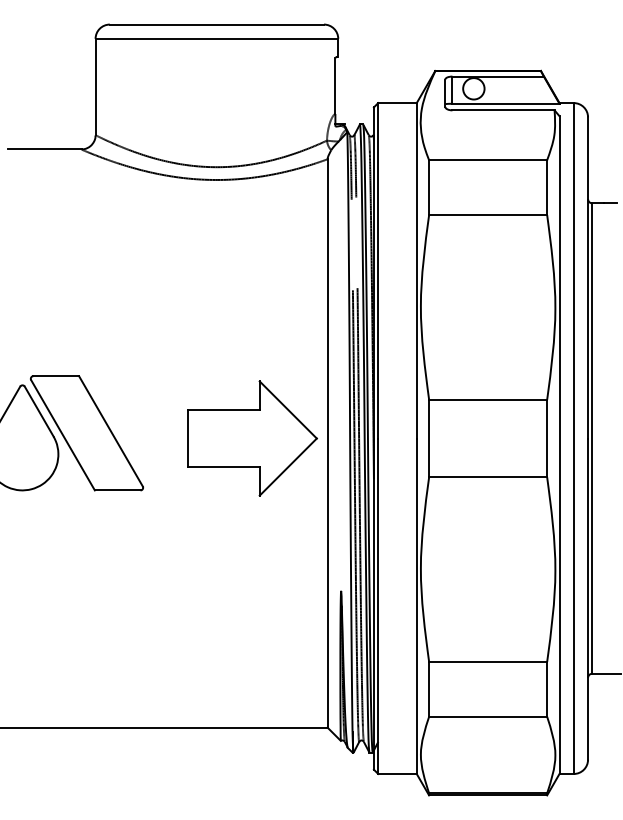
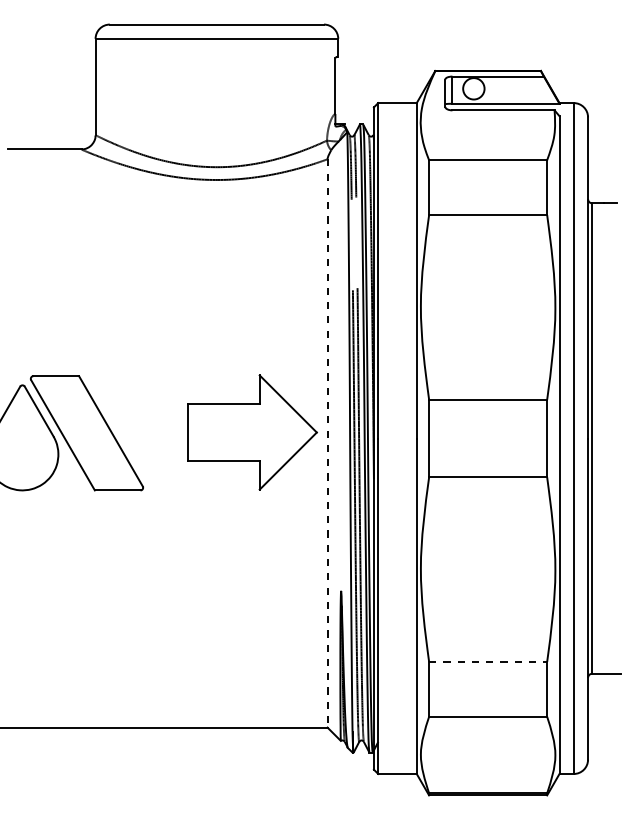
part at (252, 438) position: (252, 438) -> (252, 432)
line at (327, 443): solid -> dashed
line at (488, 661): solid -> dashed
